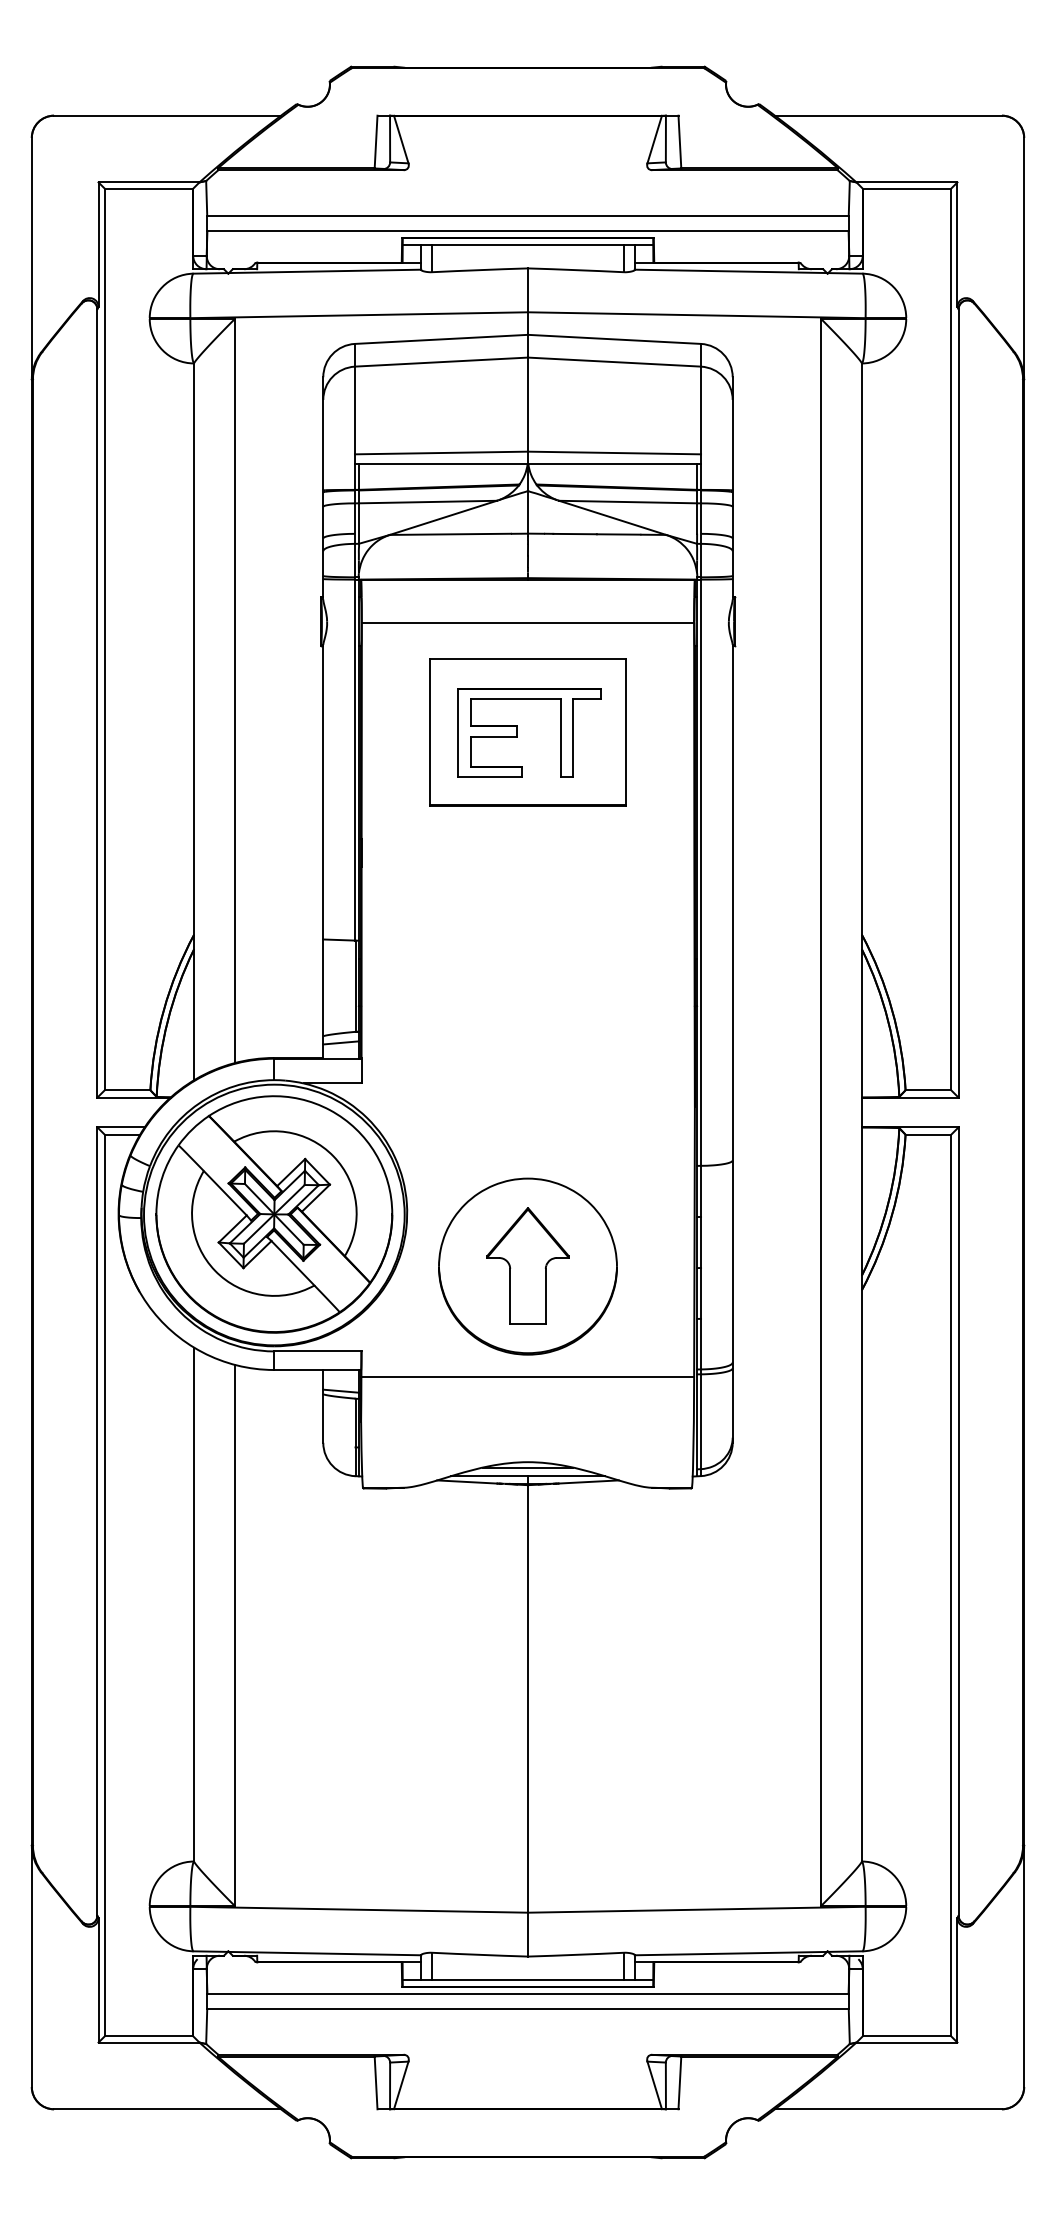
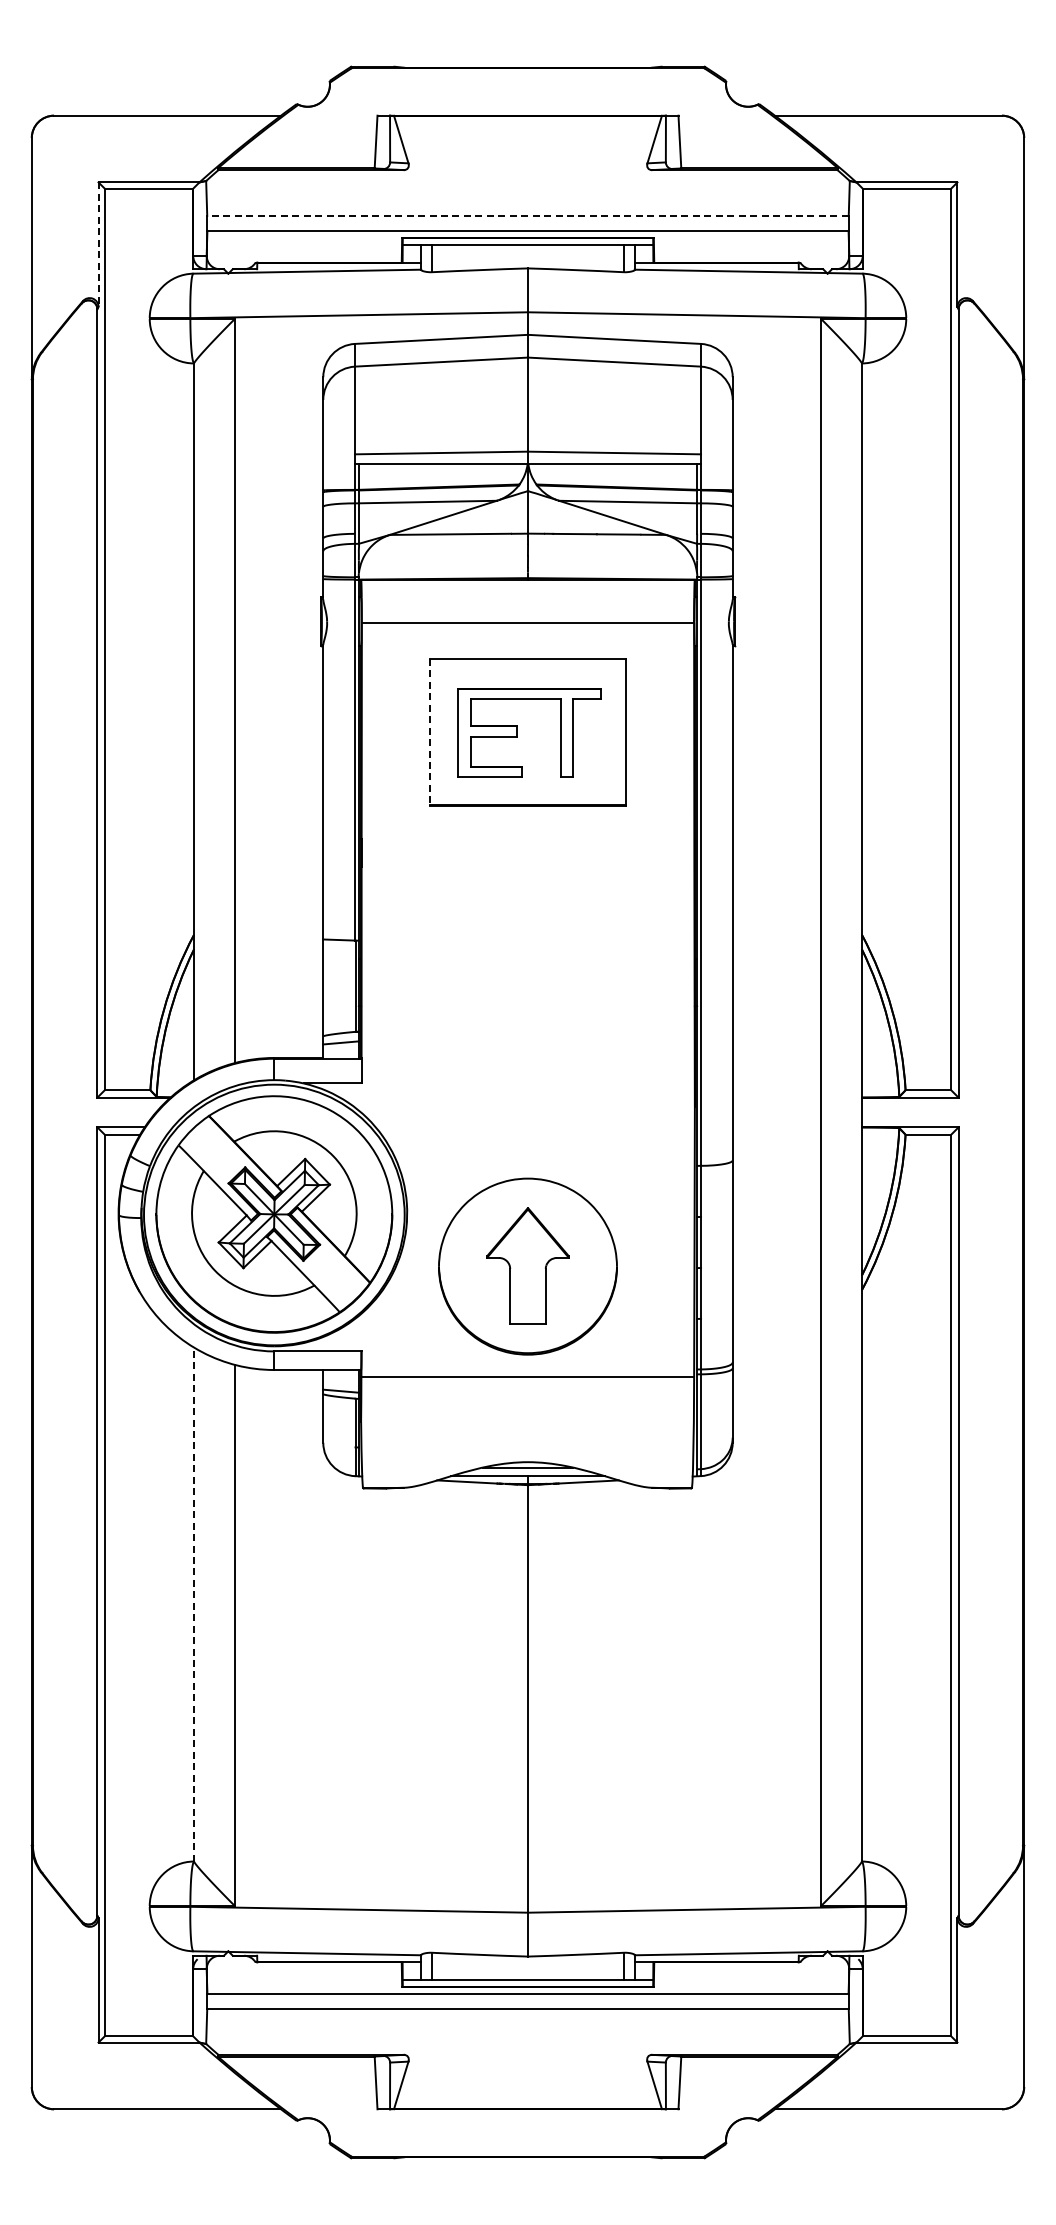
line at (528, 215): solid -> dashed
line at (98, 245): solid -> dashed
line at (430, 732): solid -> dashed
line at (194, 1604): solid -> dashed
